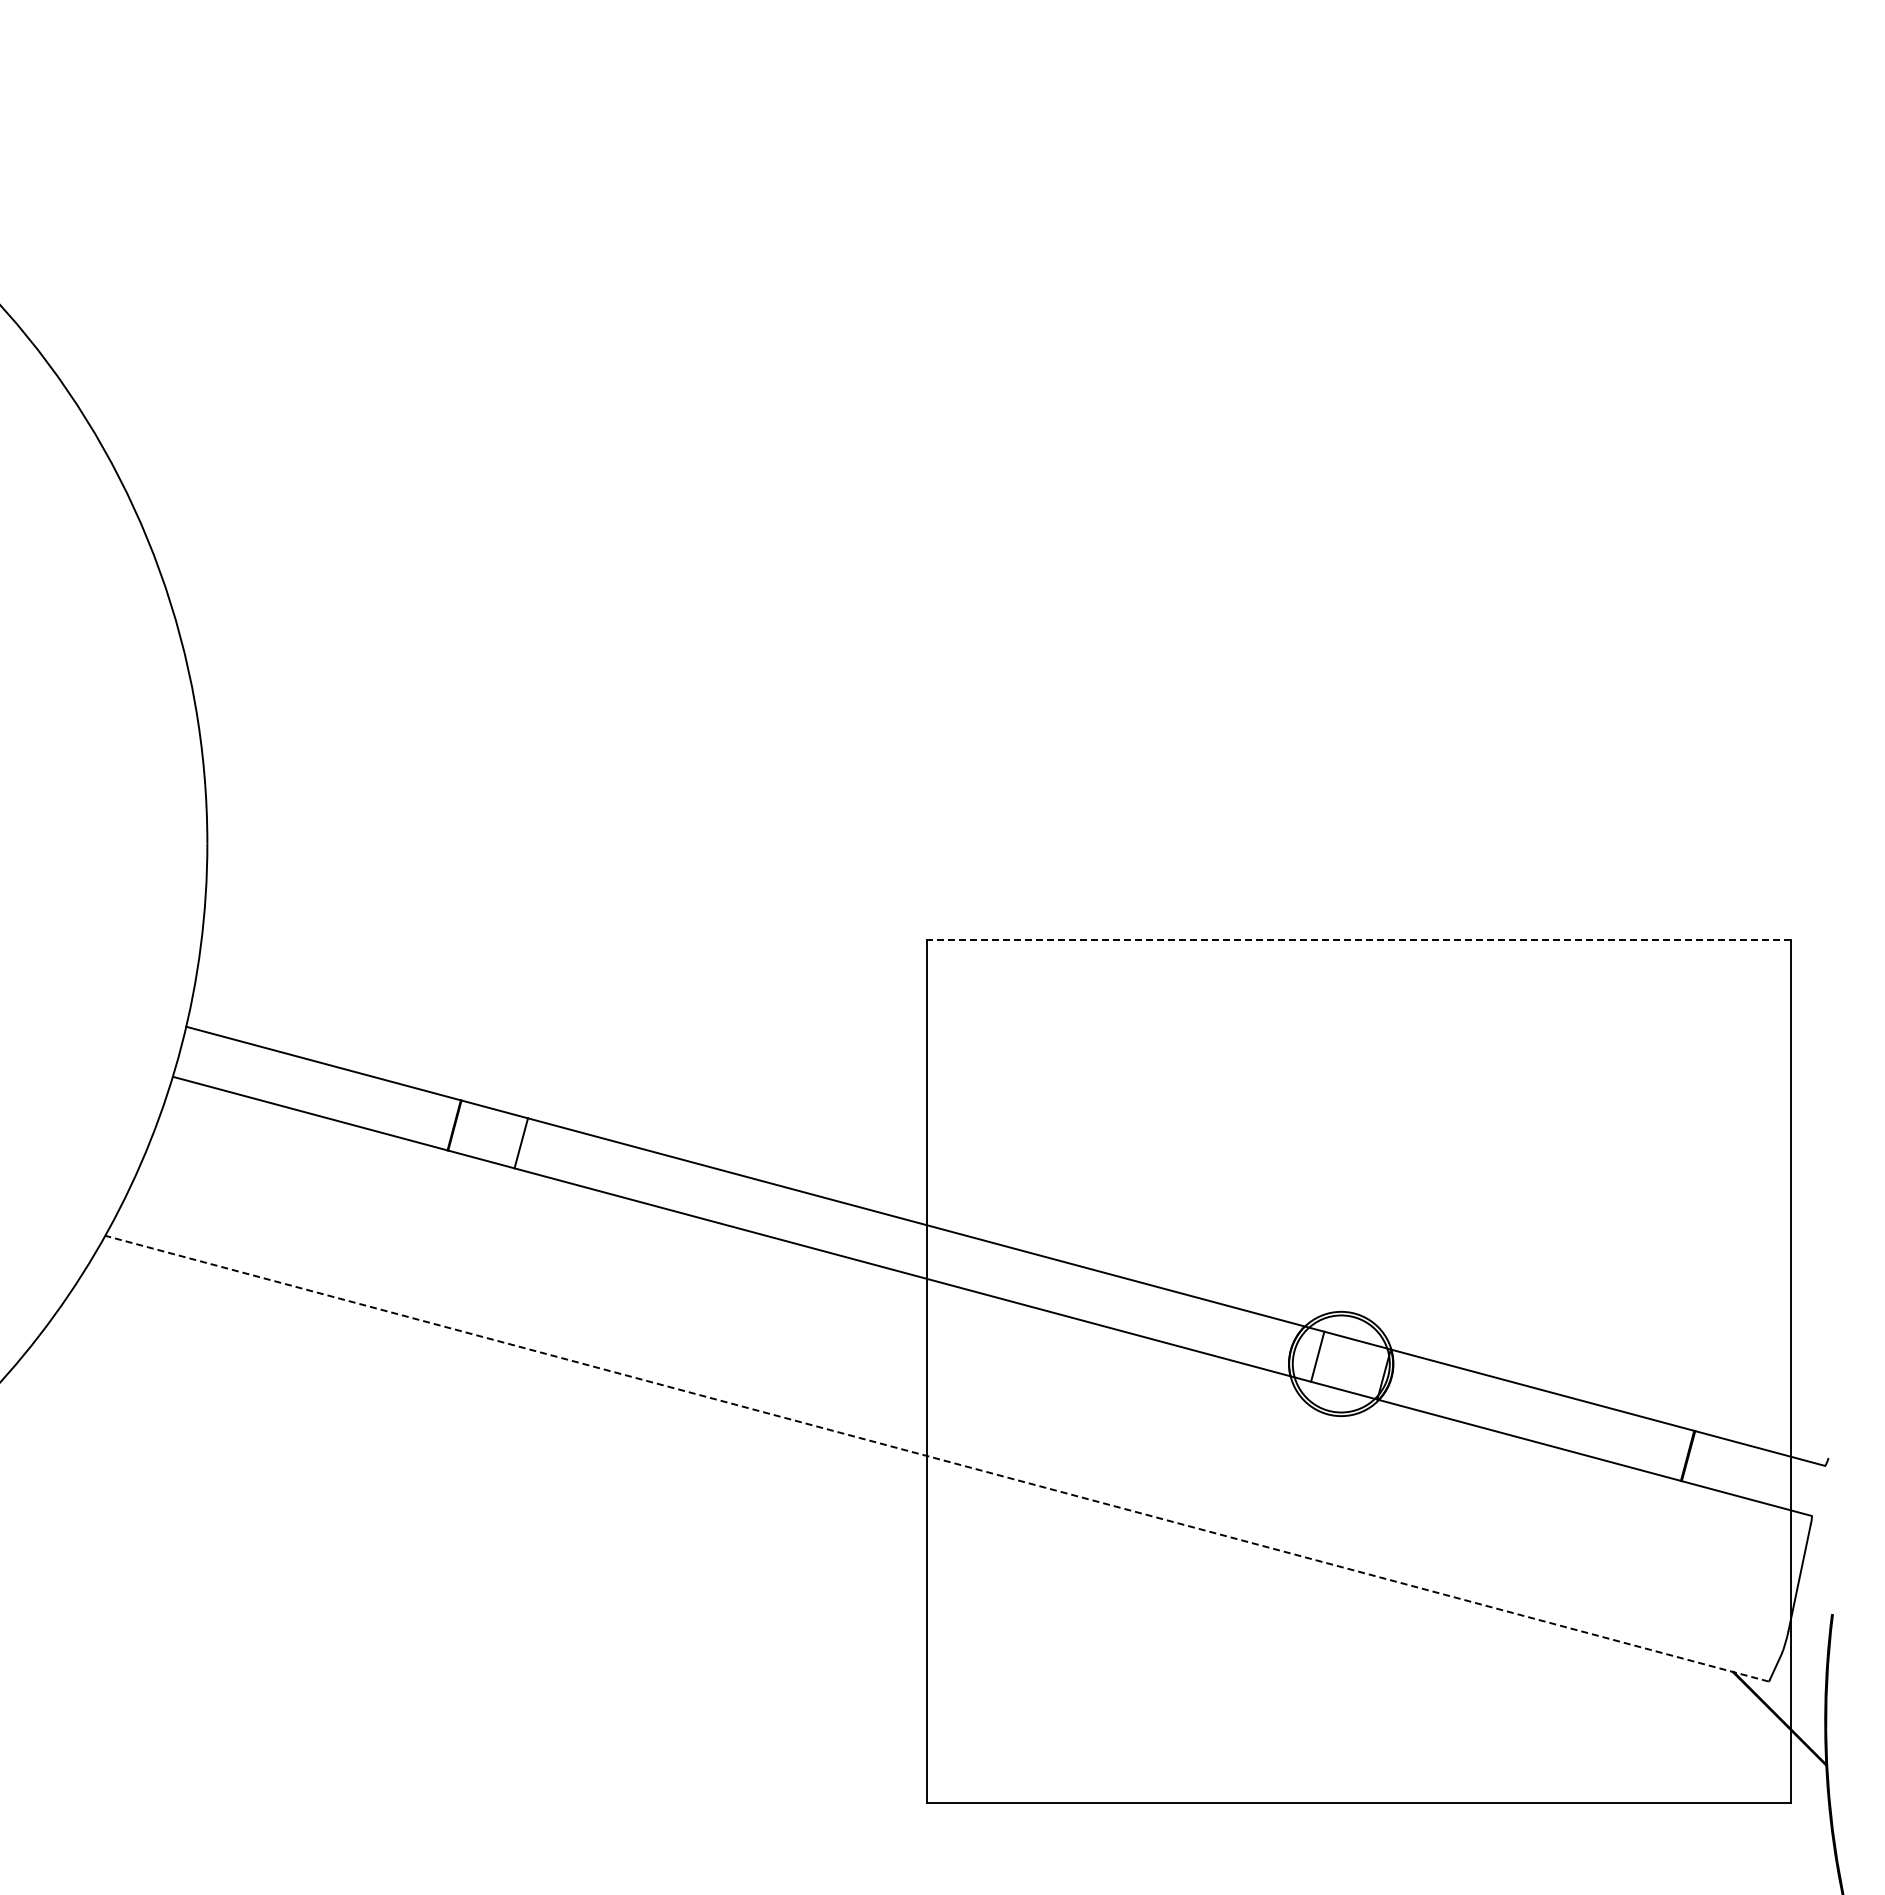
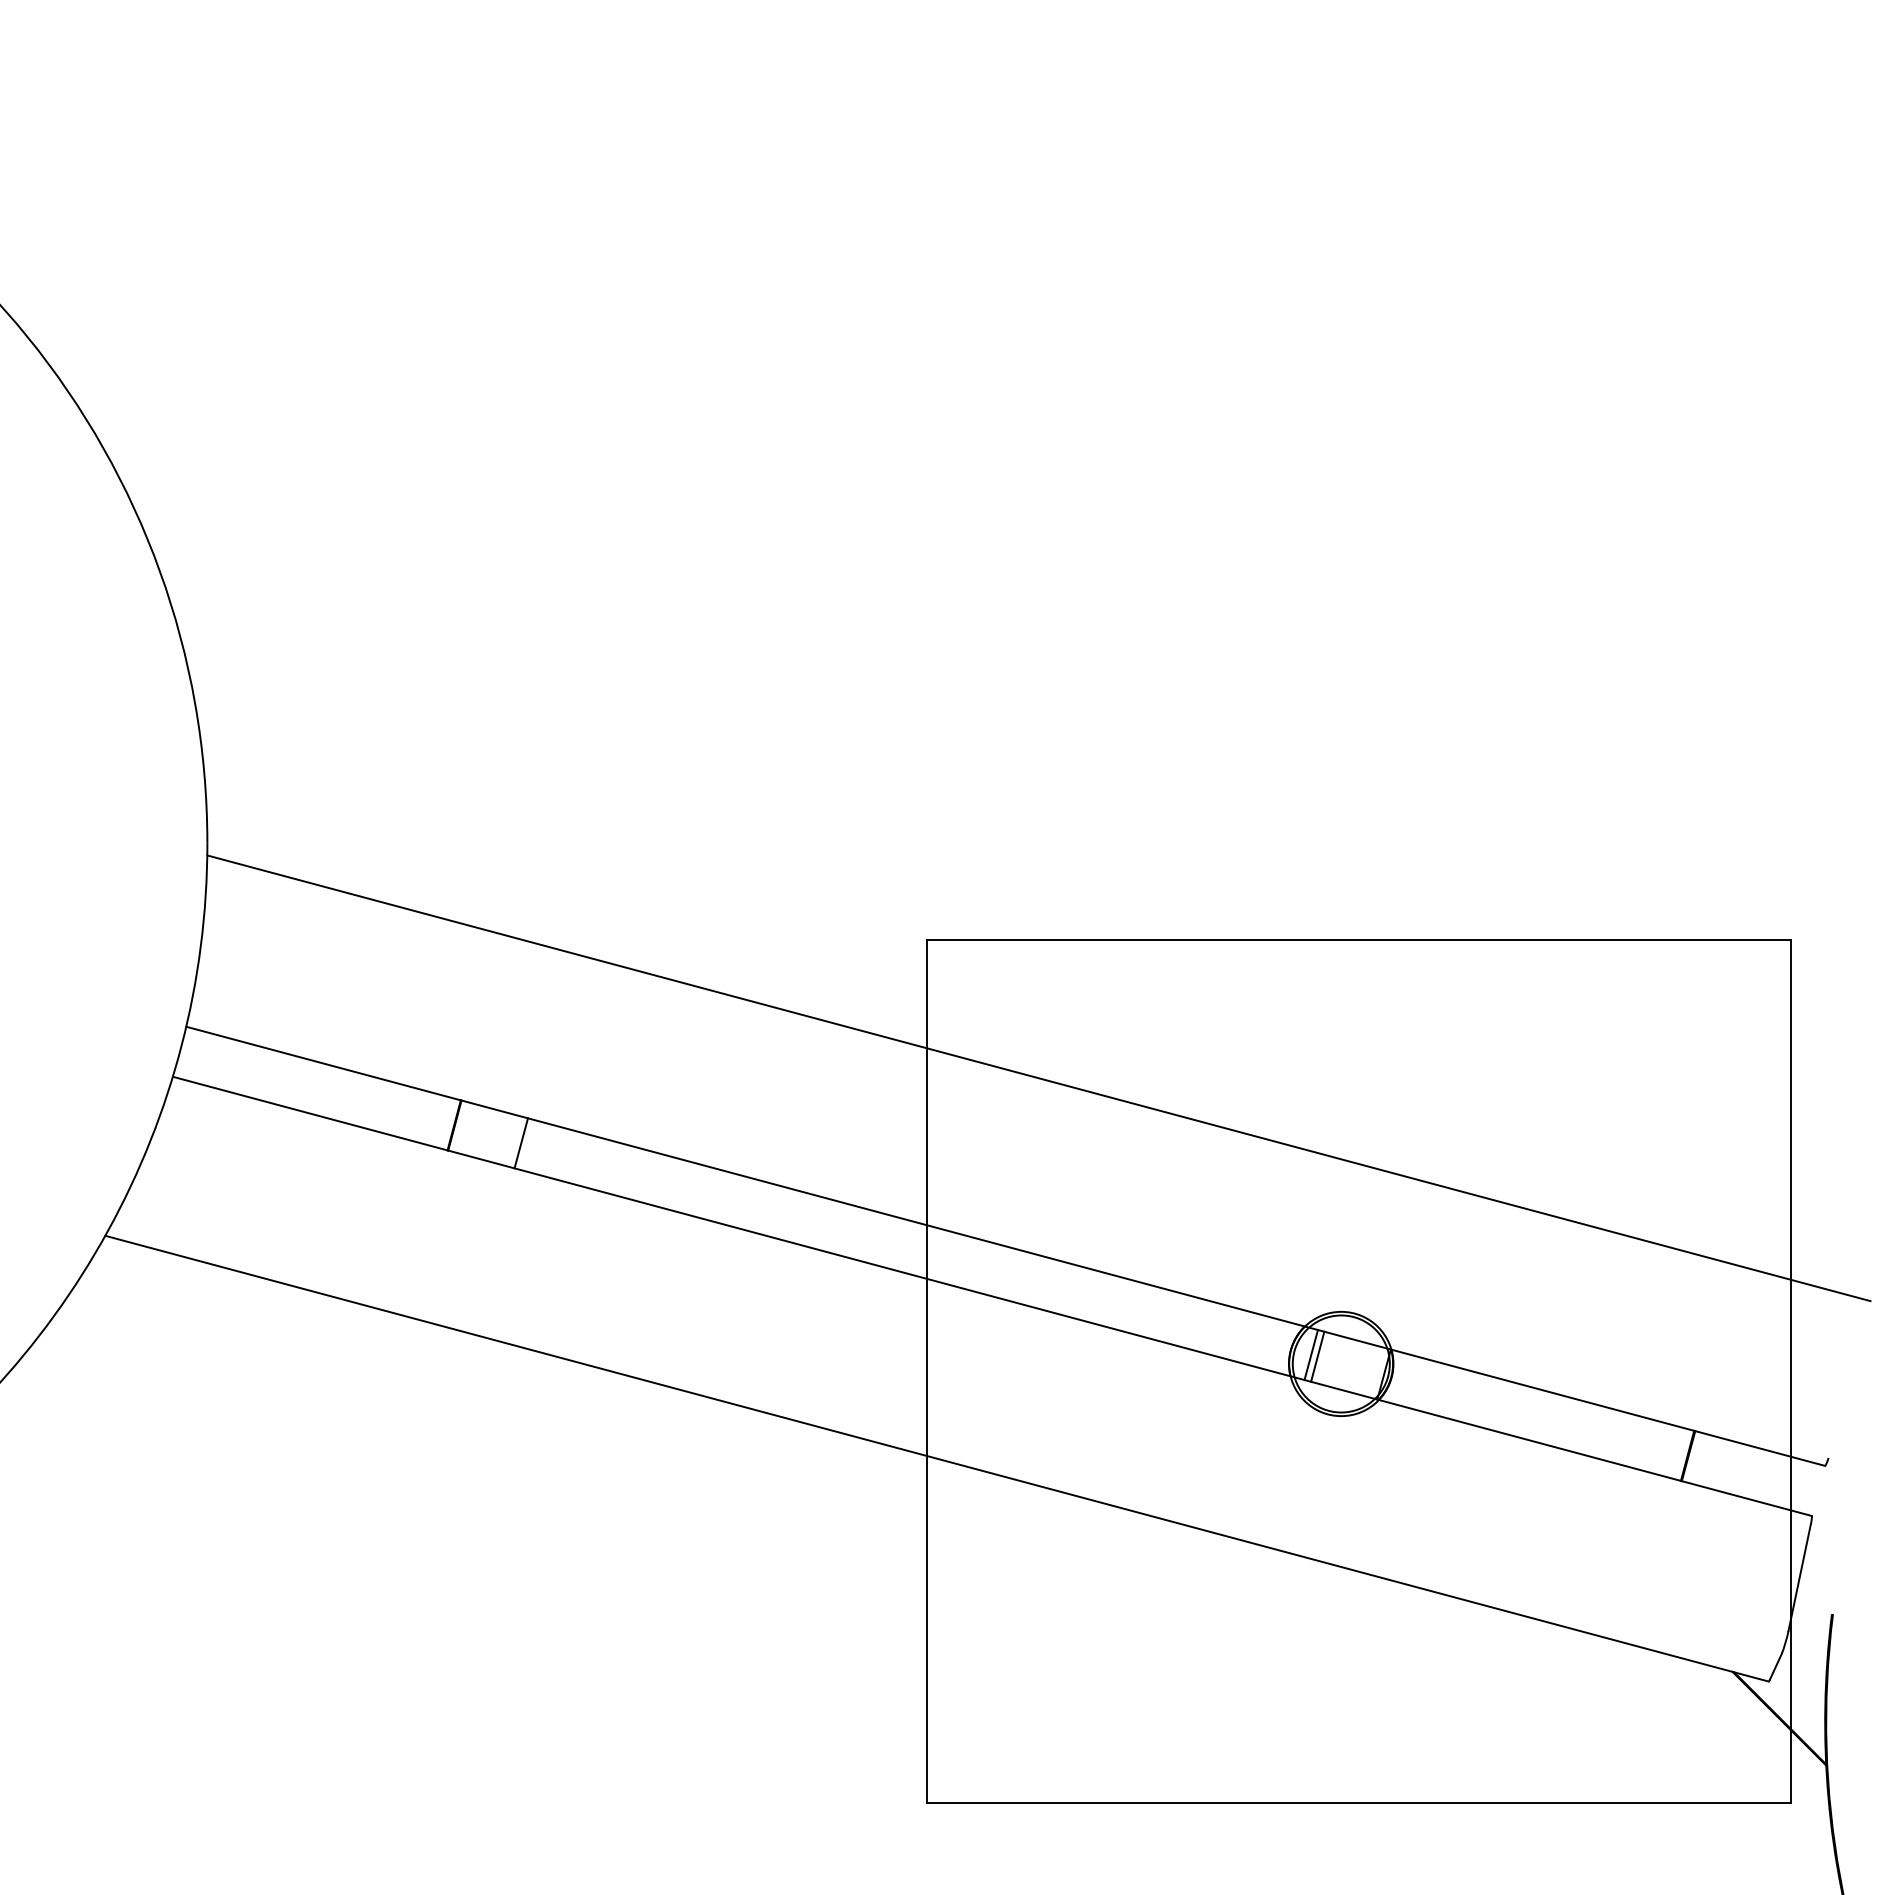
line at (1358, 939): dashed -> solid
line at (1038, 1078): none -> present
line at (1310, 1354): none -> present
line at (937, 1458): dashed -> solid
